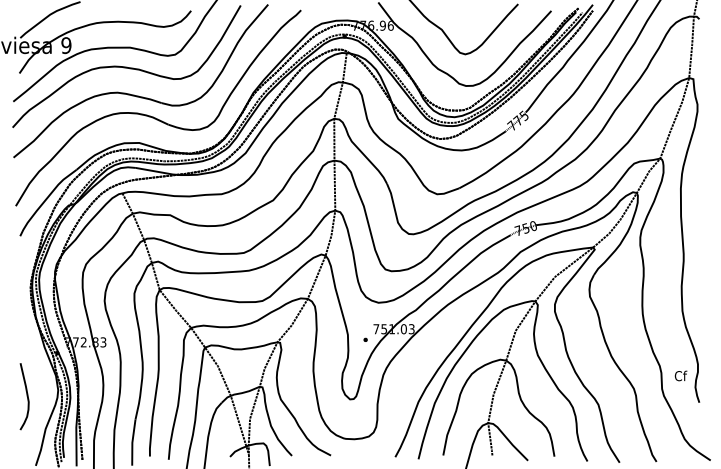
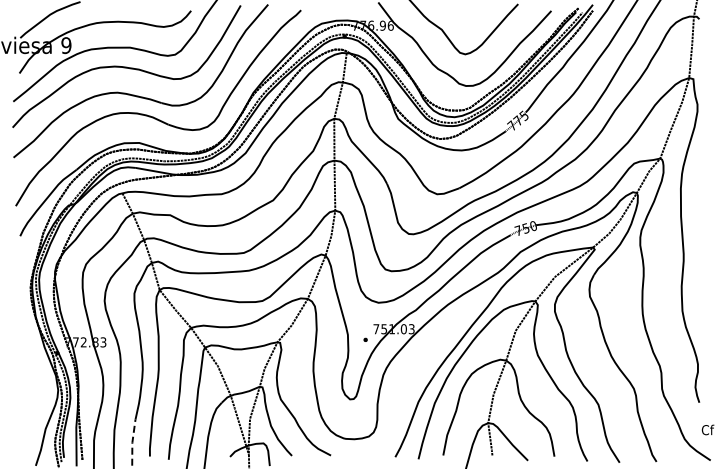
text at (680, 375) position: (680, 375) -> (707, 429)
curve at (26, 396): present -> none
line at (132, 442): solid -> dashed
